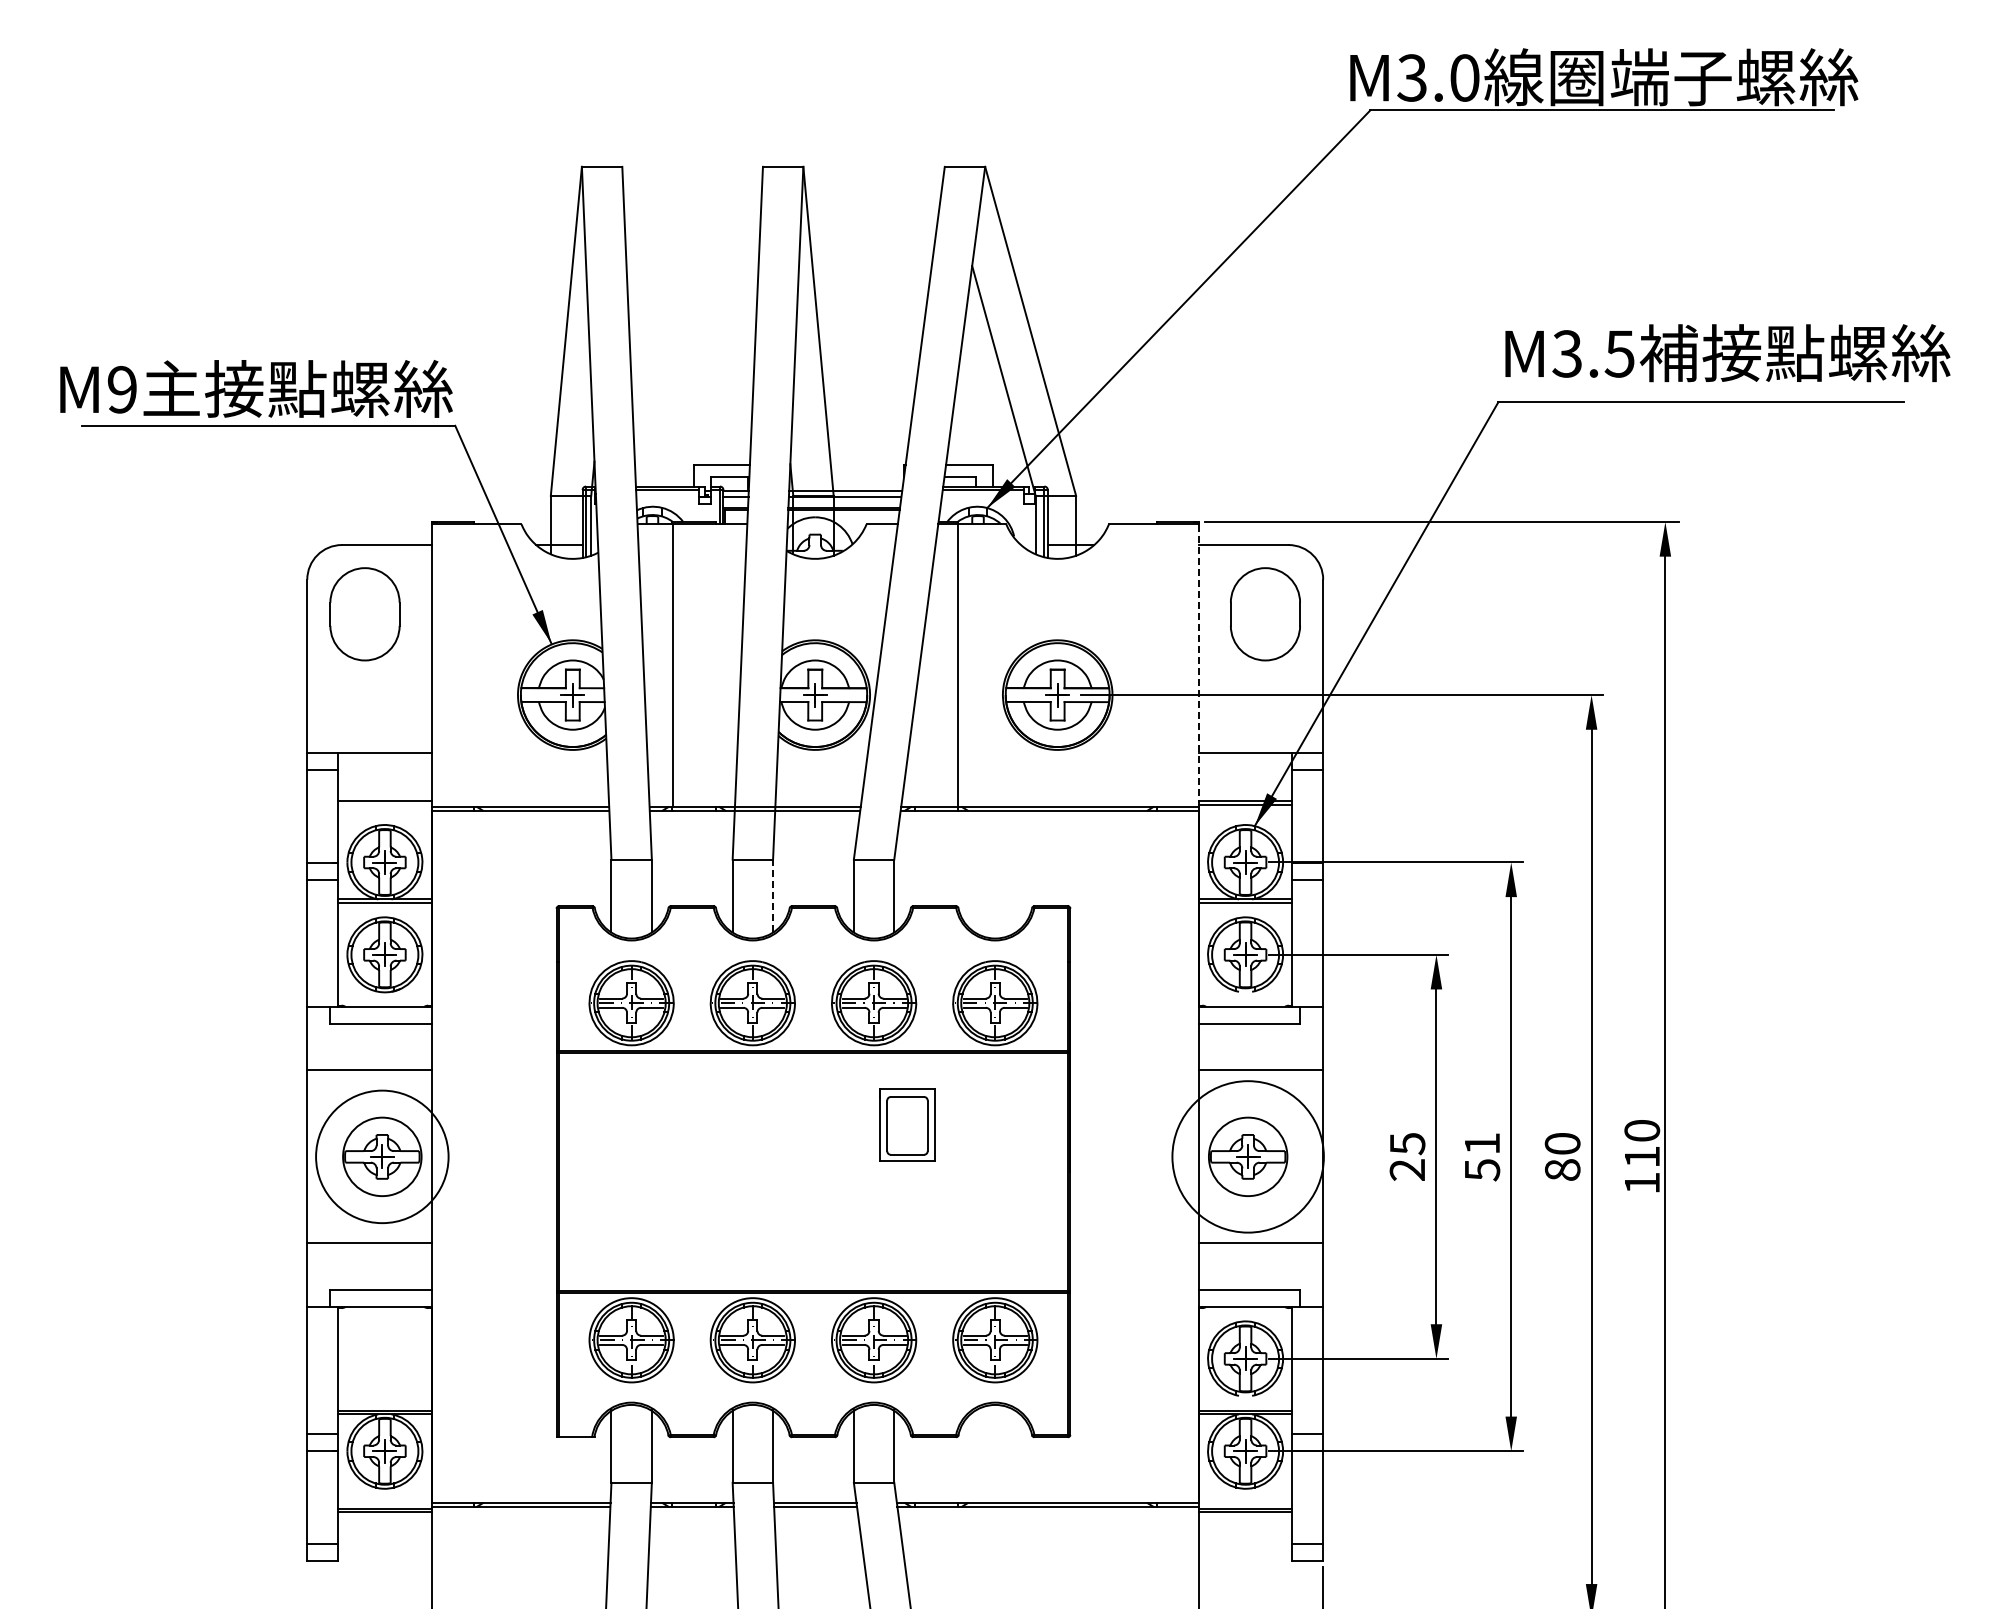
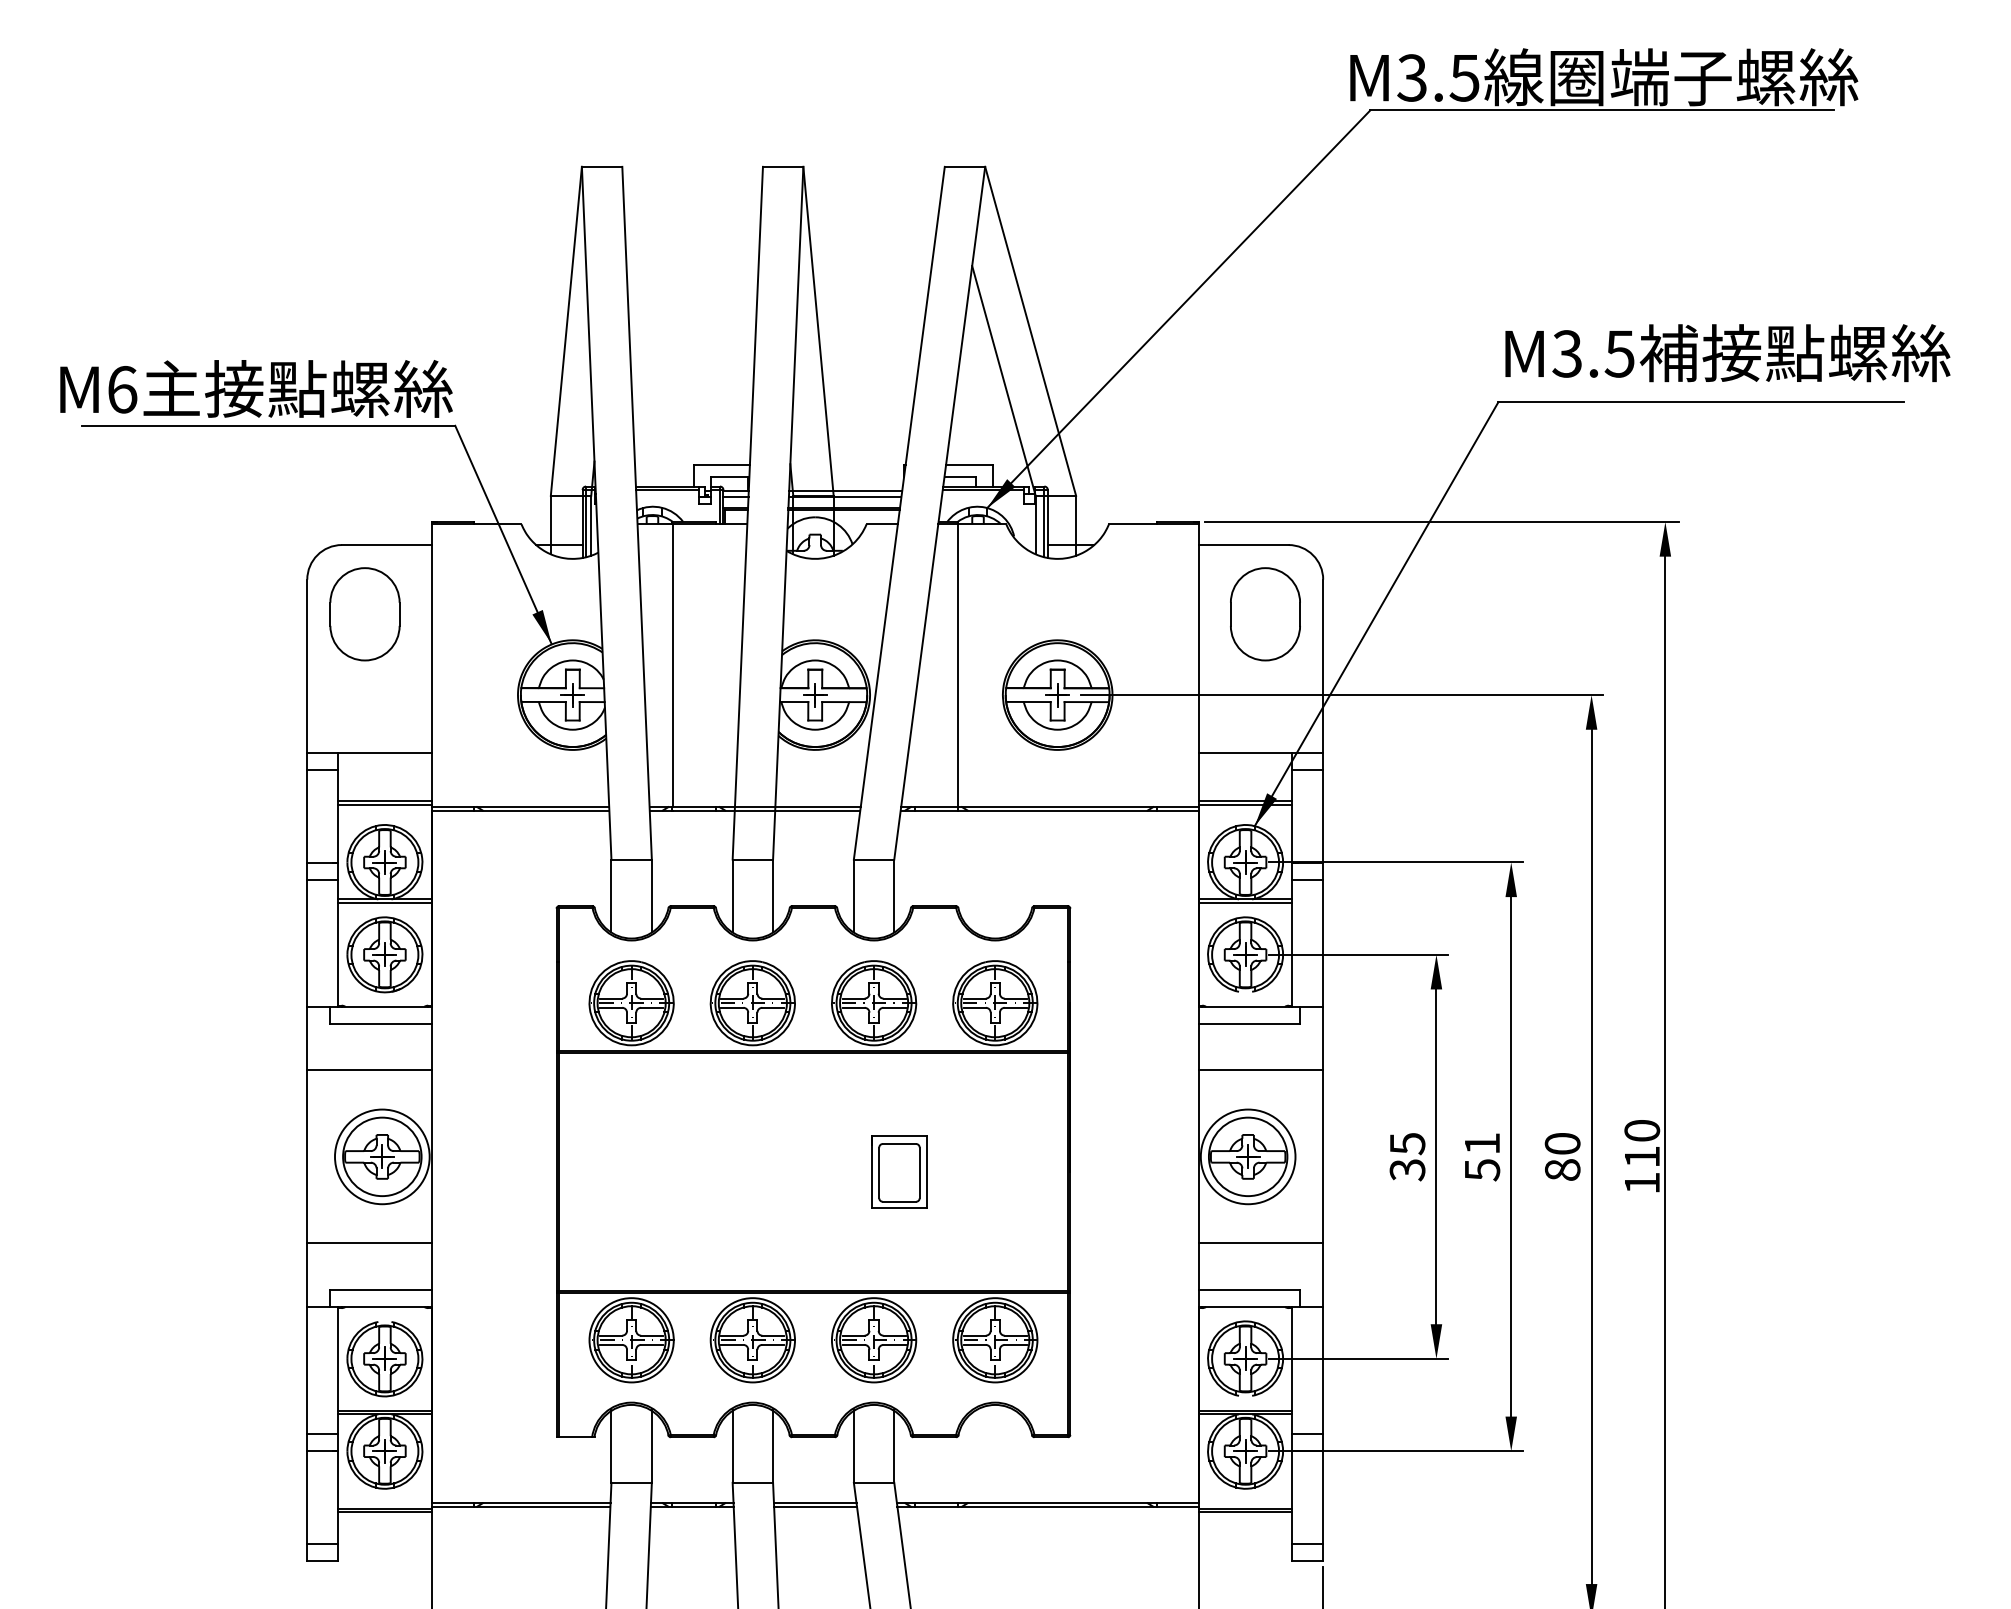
text at (1464, 77): M3.0 -> M3.5
text at (122, 389): M9 -> M6
line at (1198, 665): dashed -> solid
line at (384, 804): none -> present
line at (773, 895): dashed -> solid
part at (907, 1124) position: (907, 1124) -> (899, 1171)
circle at (382, 1156) diameter: 133 px -> 95 px
circle at (1247, 1156) diameter: 151 px -> 95 px
text at (1407, 1170): 25 -> 35
part at (384, 1359): none -> present
